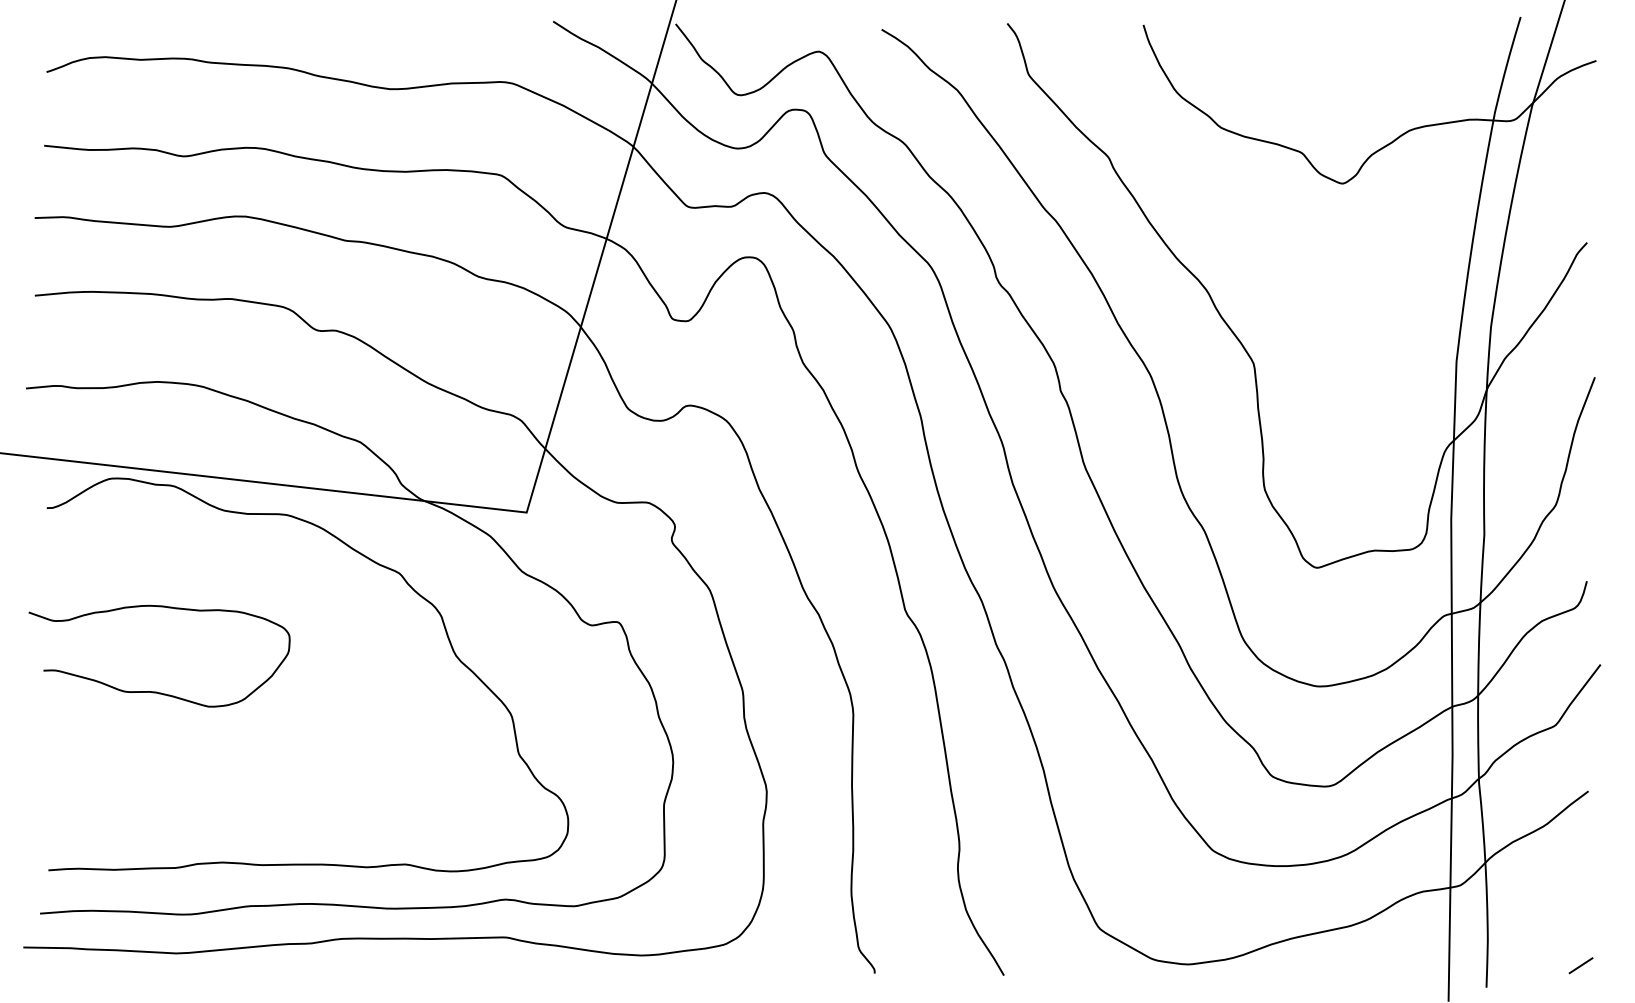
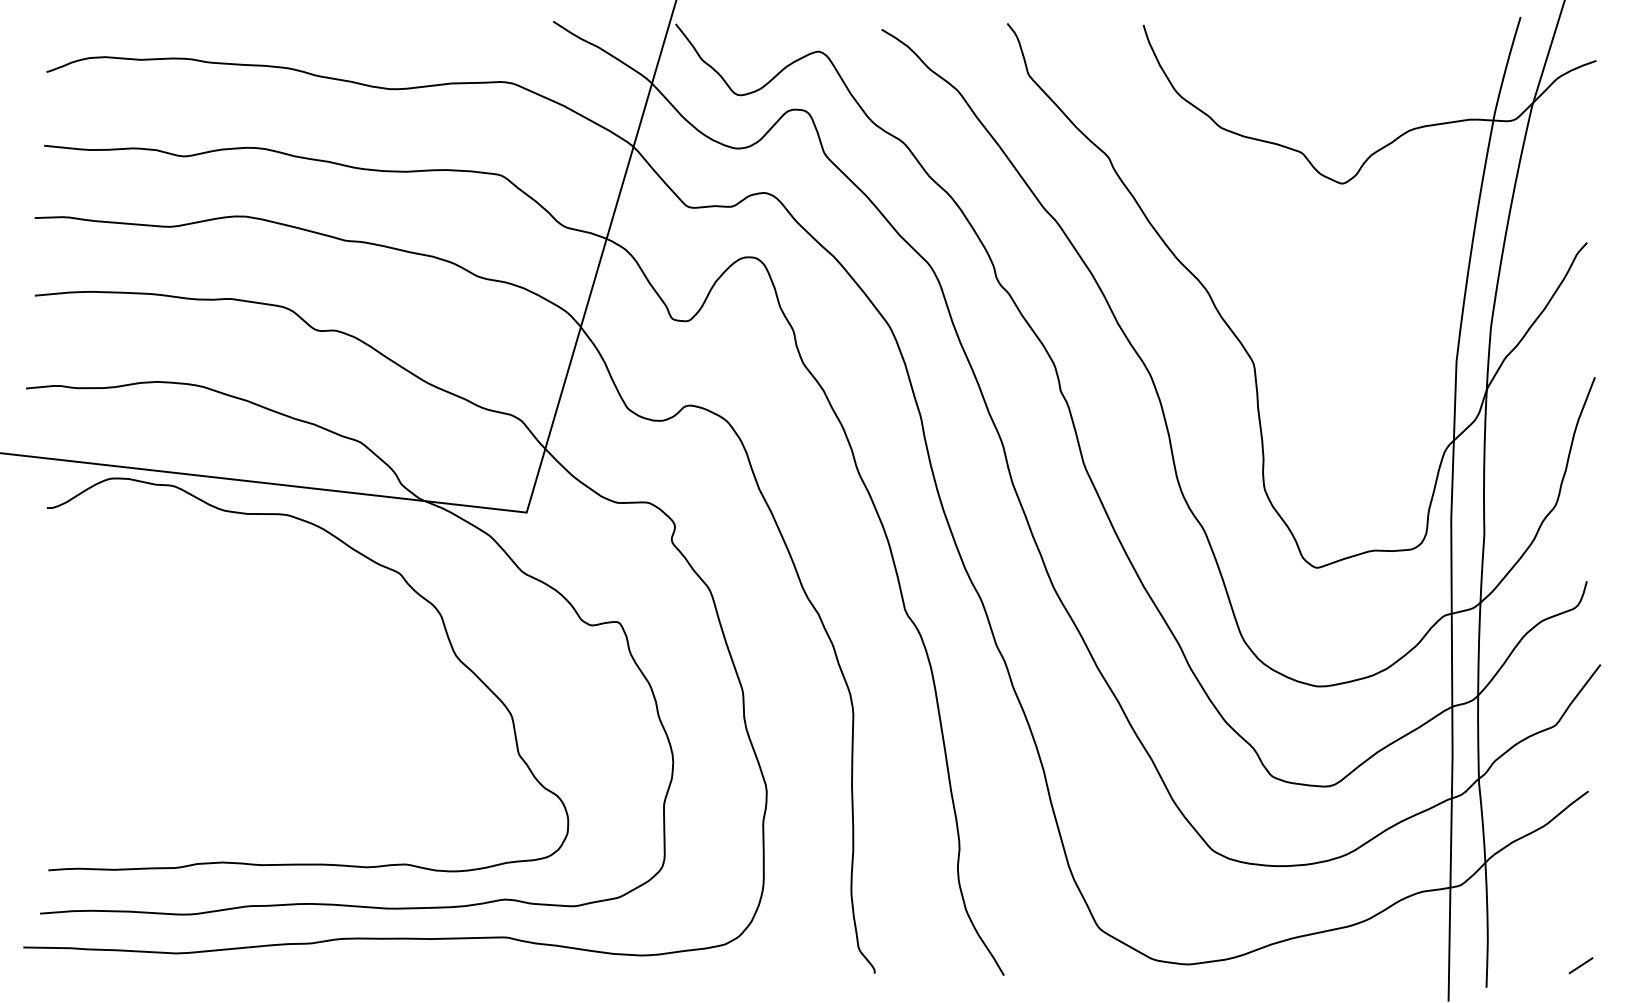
curve at (157, 691): present -> none
